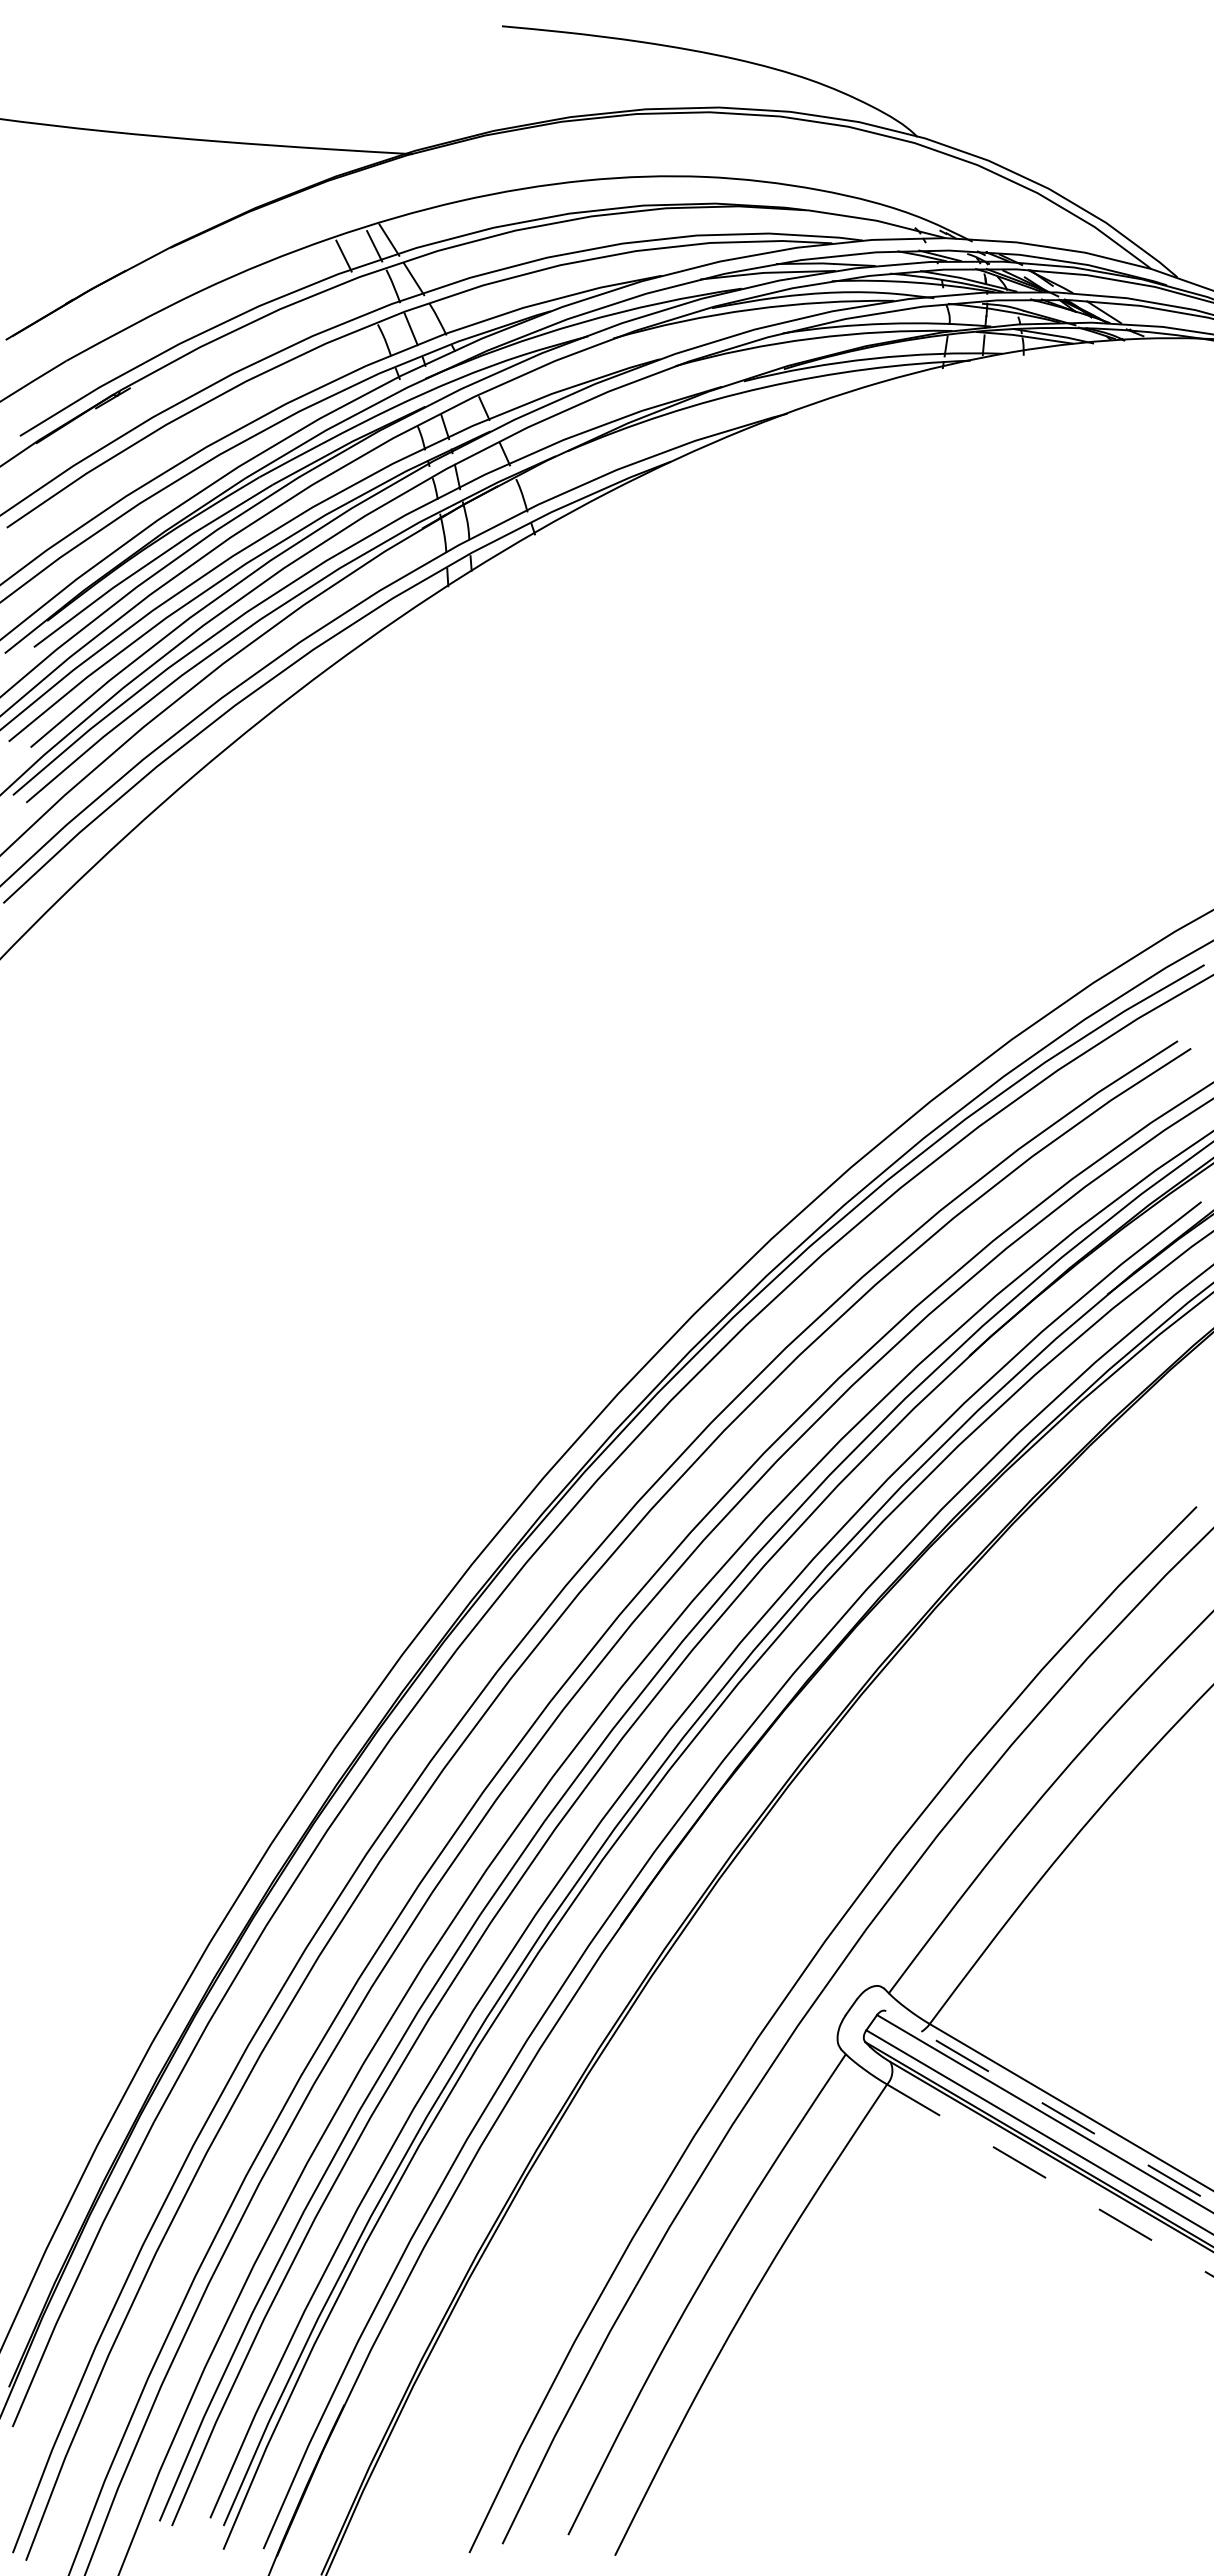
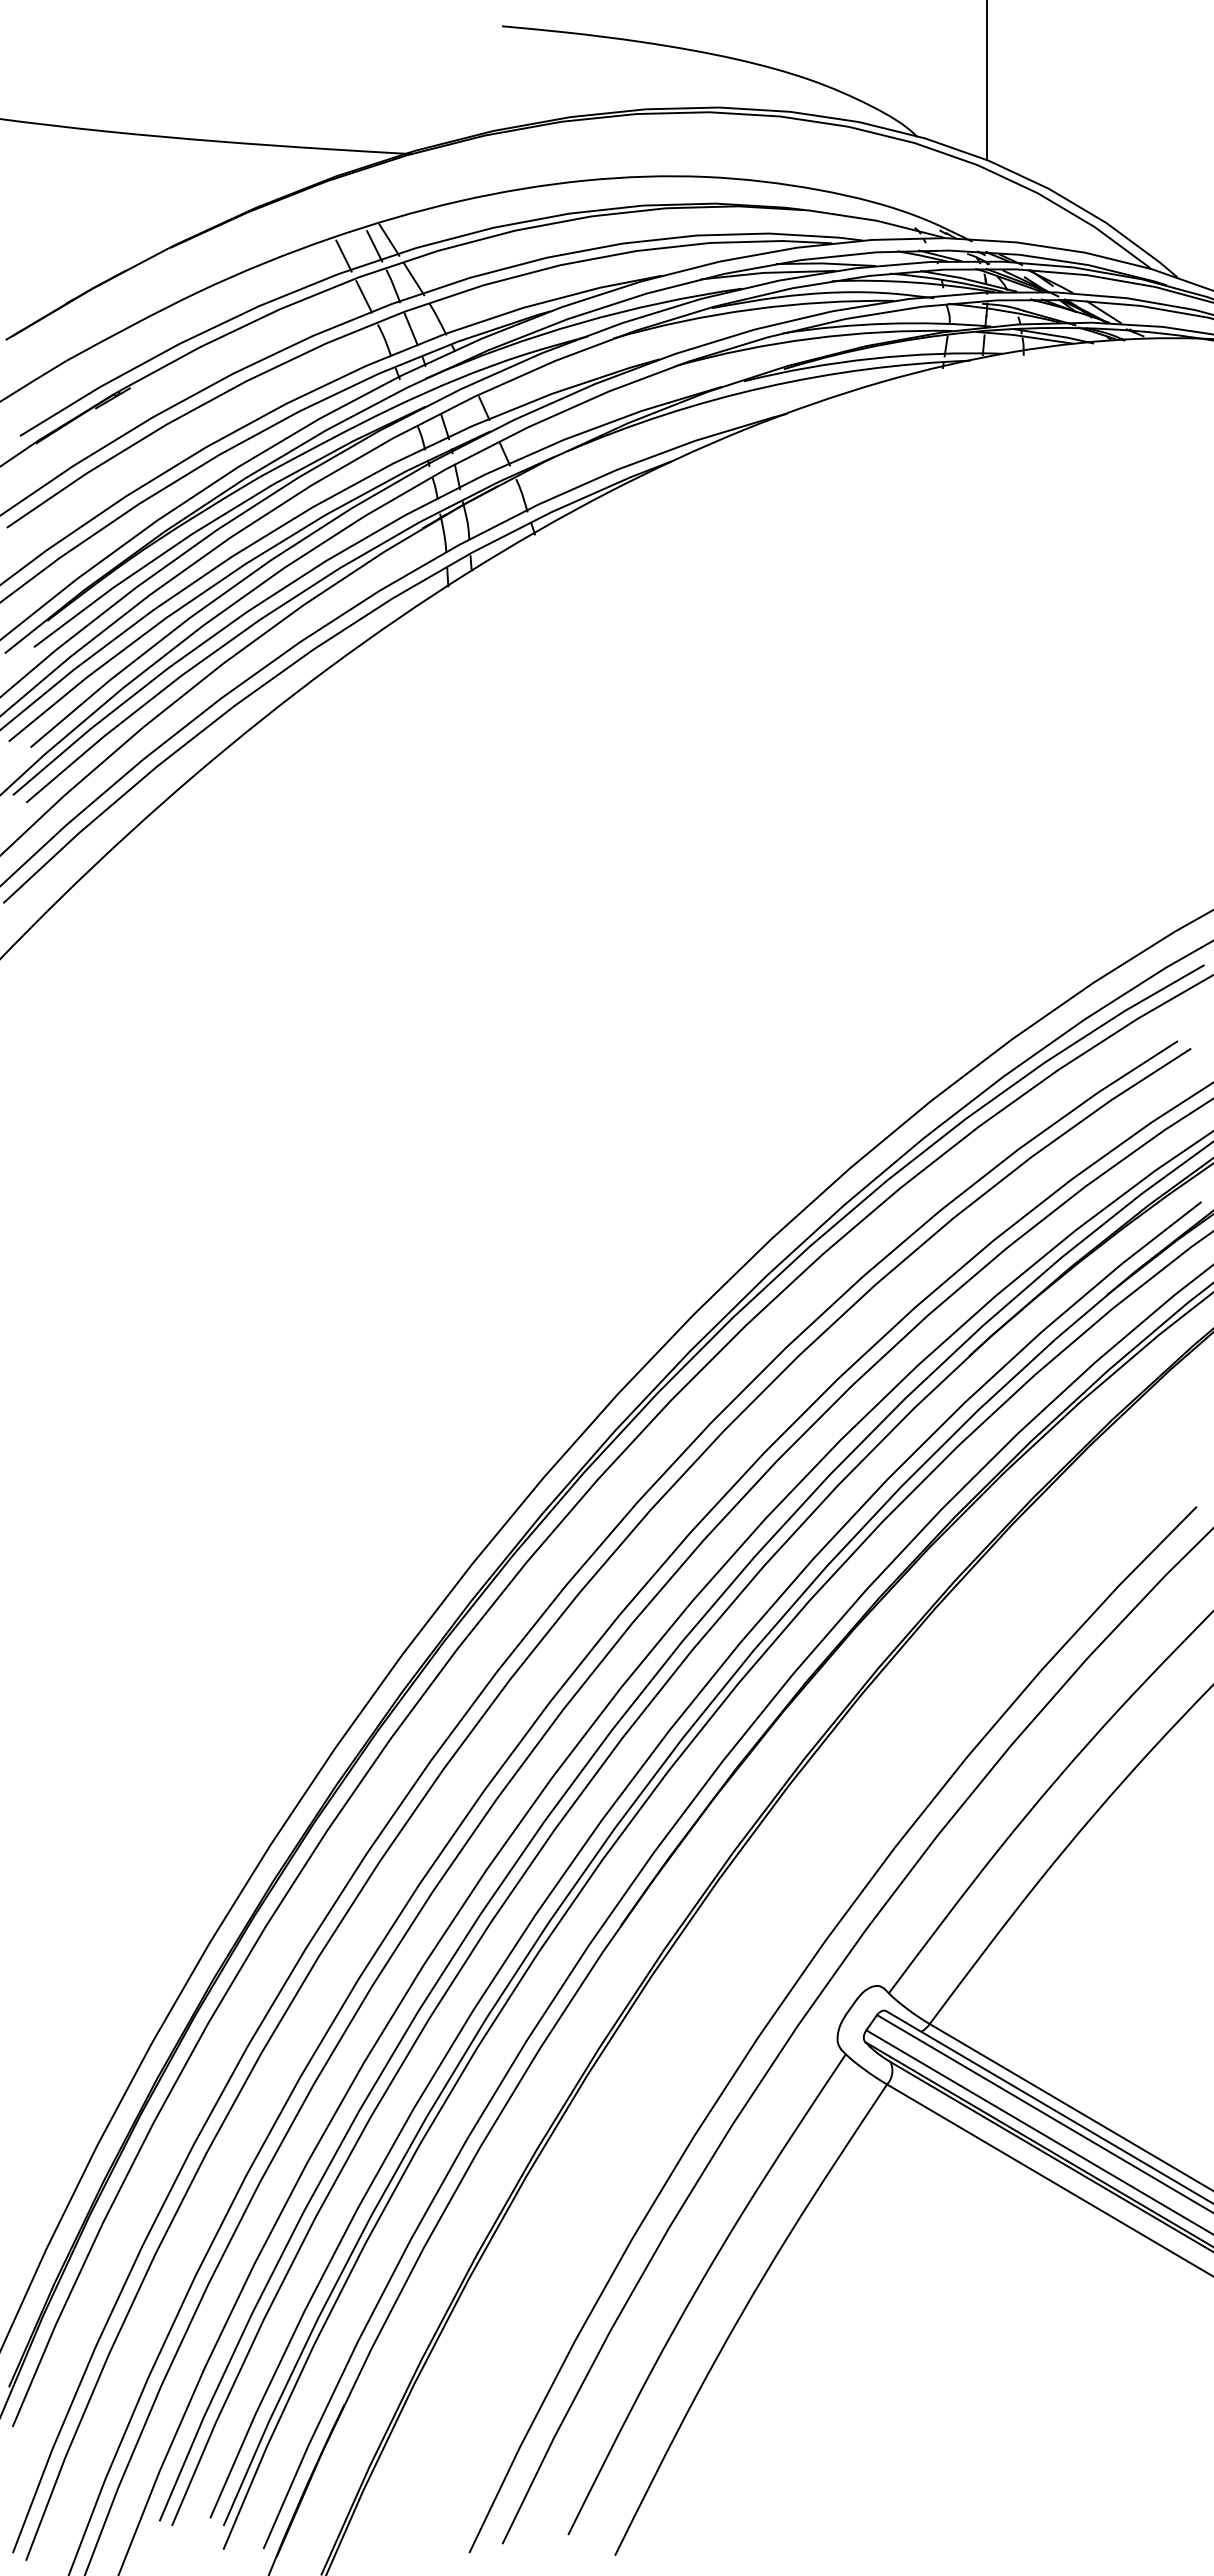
line at (987, 81): none -> present
line at (364, 296): none -> present
line at (1049, 2107): dashed -> solid
line at (1050, 2180): dashed -> solid
